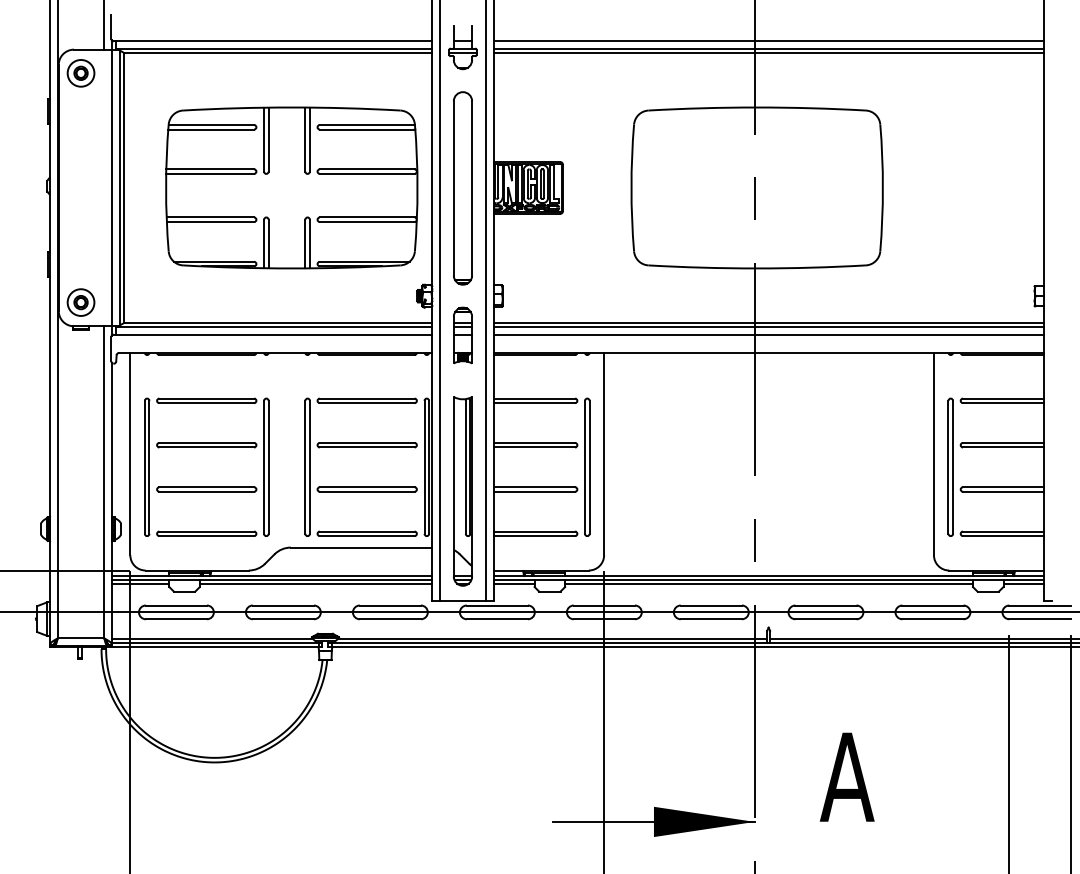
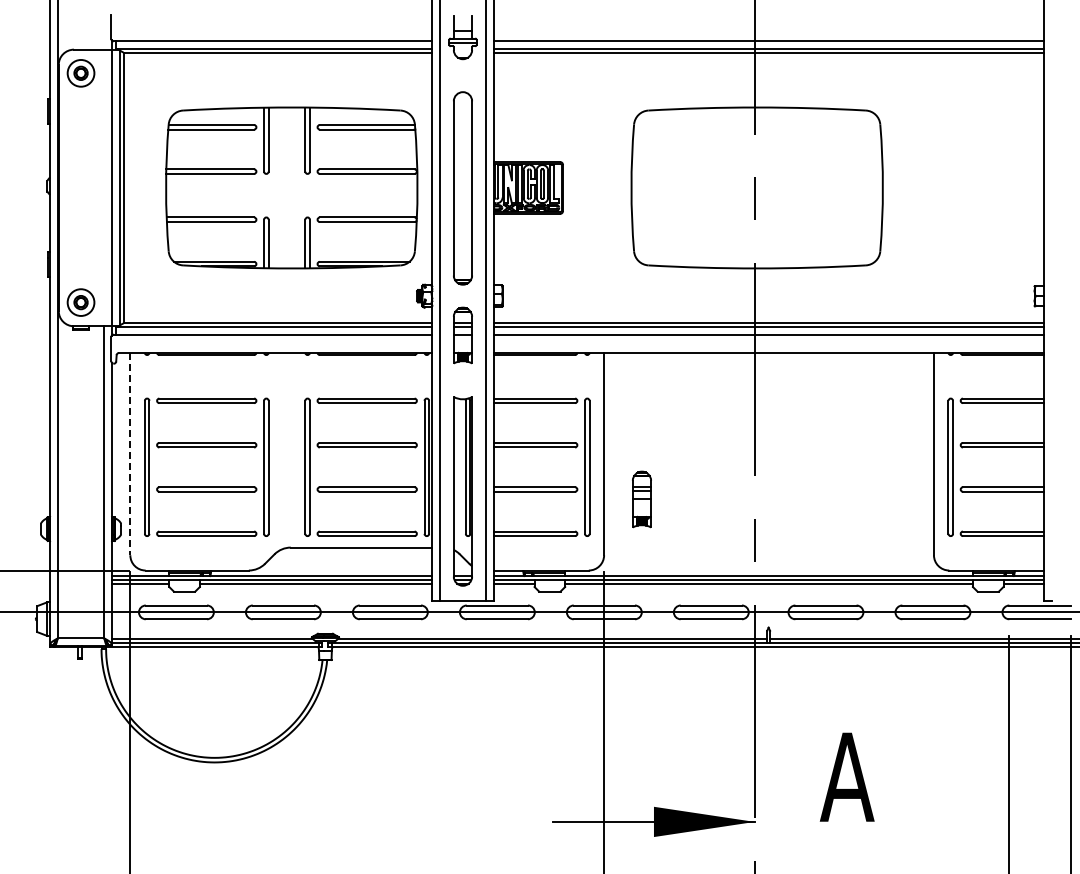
line at (104, 25): present -> none
part at (462, 47) position: (462, 47) -> (462, 37)
line at (130, 454): solid -> dashed
part at (641, 499): none -> present
